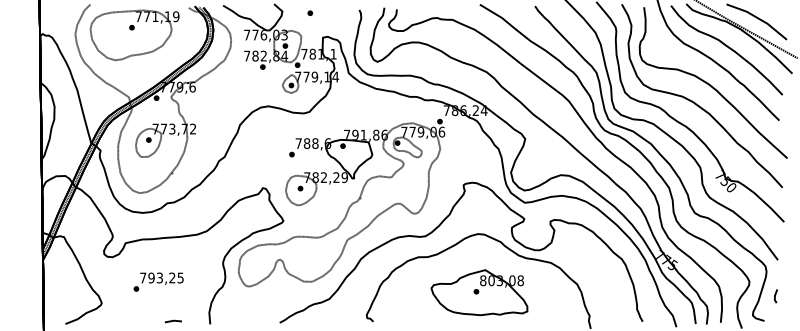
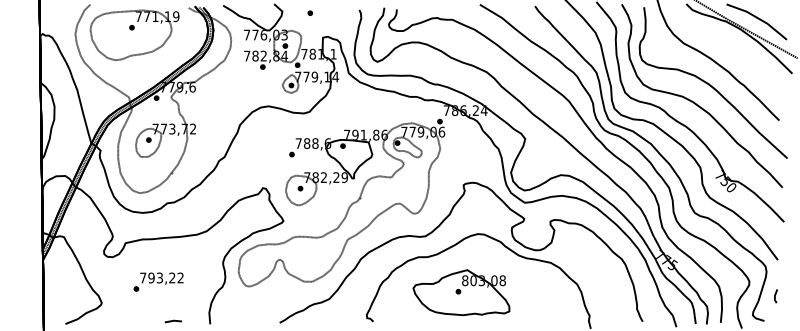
part at (726, 50): present -> none
text at (180, 277): 793,25 -> 793,22
part at (479, 292) position: (479, 292) -> (461, 292)
